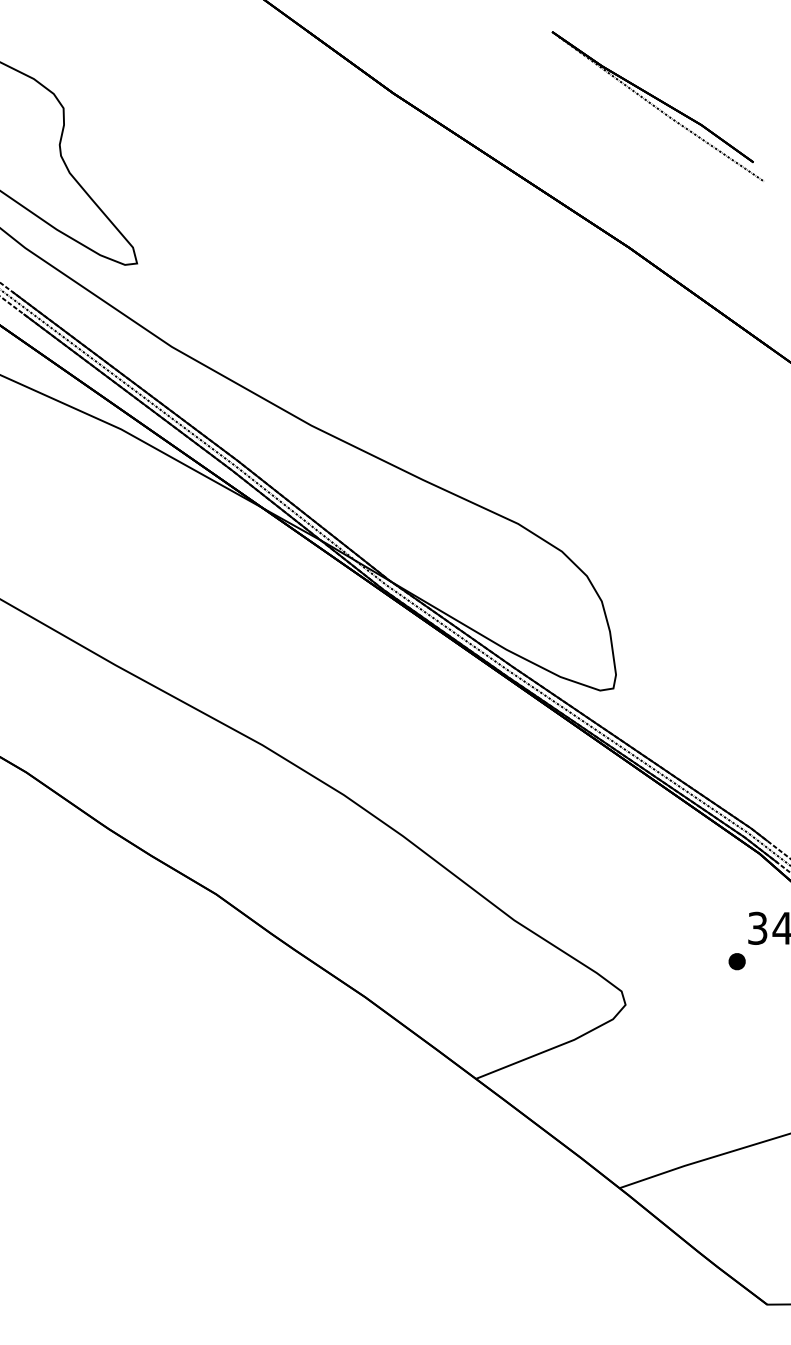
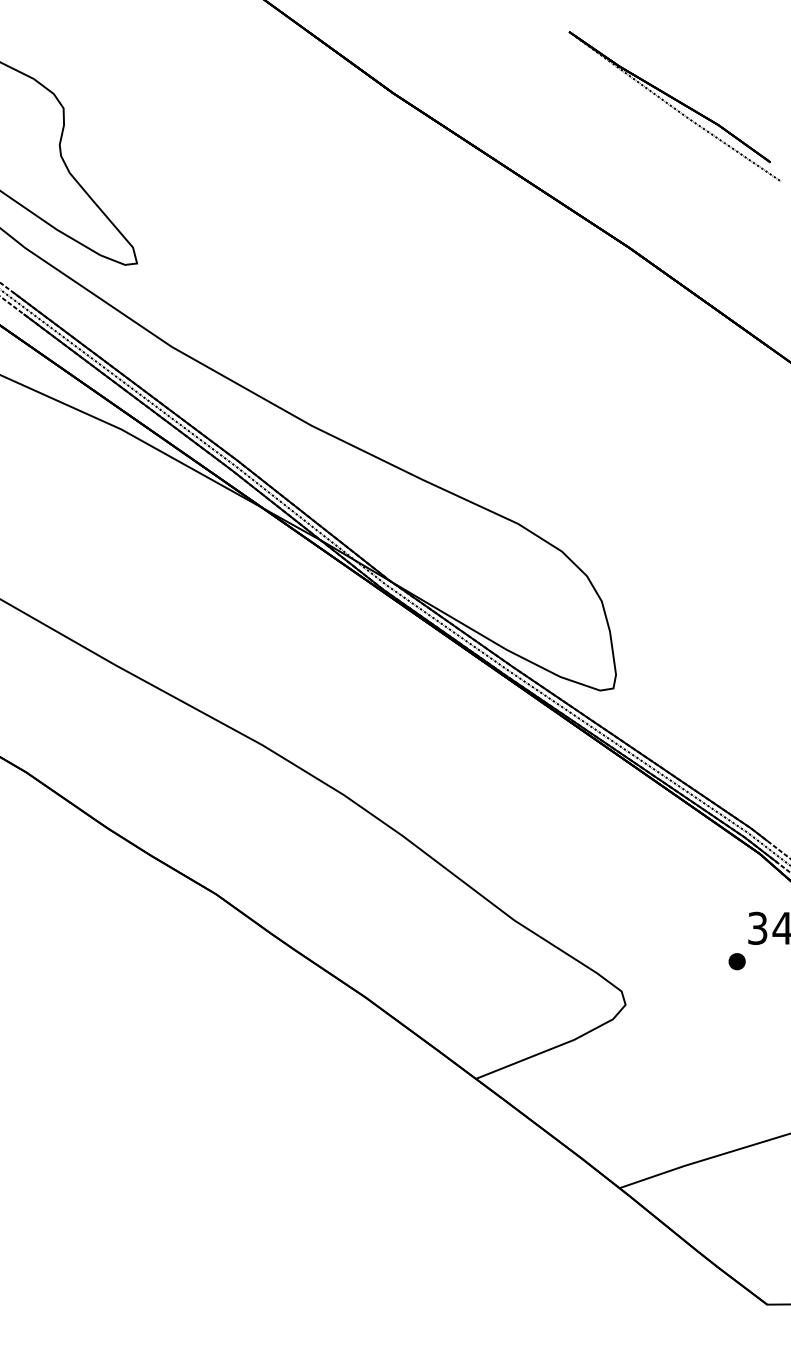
part at (657, 106) position: (657, 106) -> (674, 106)
